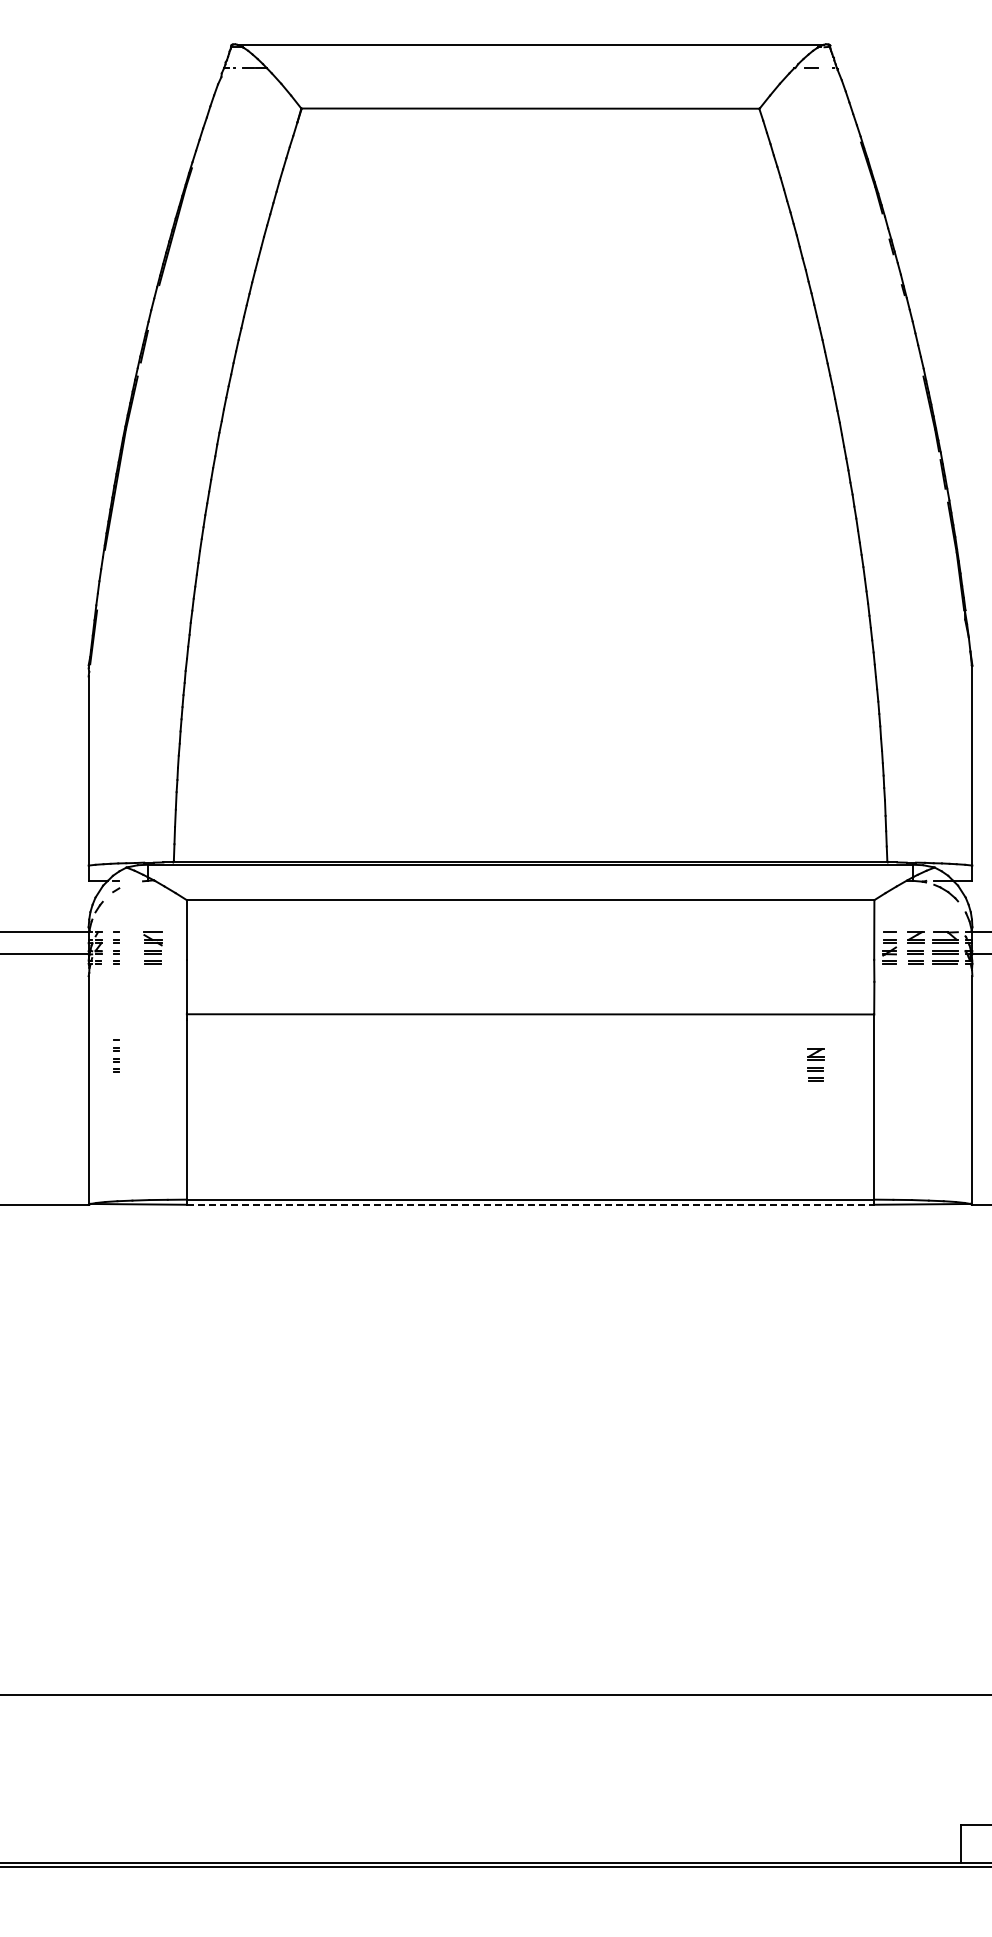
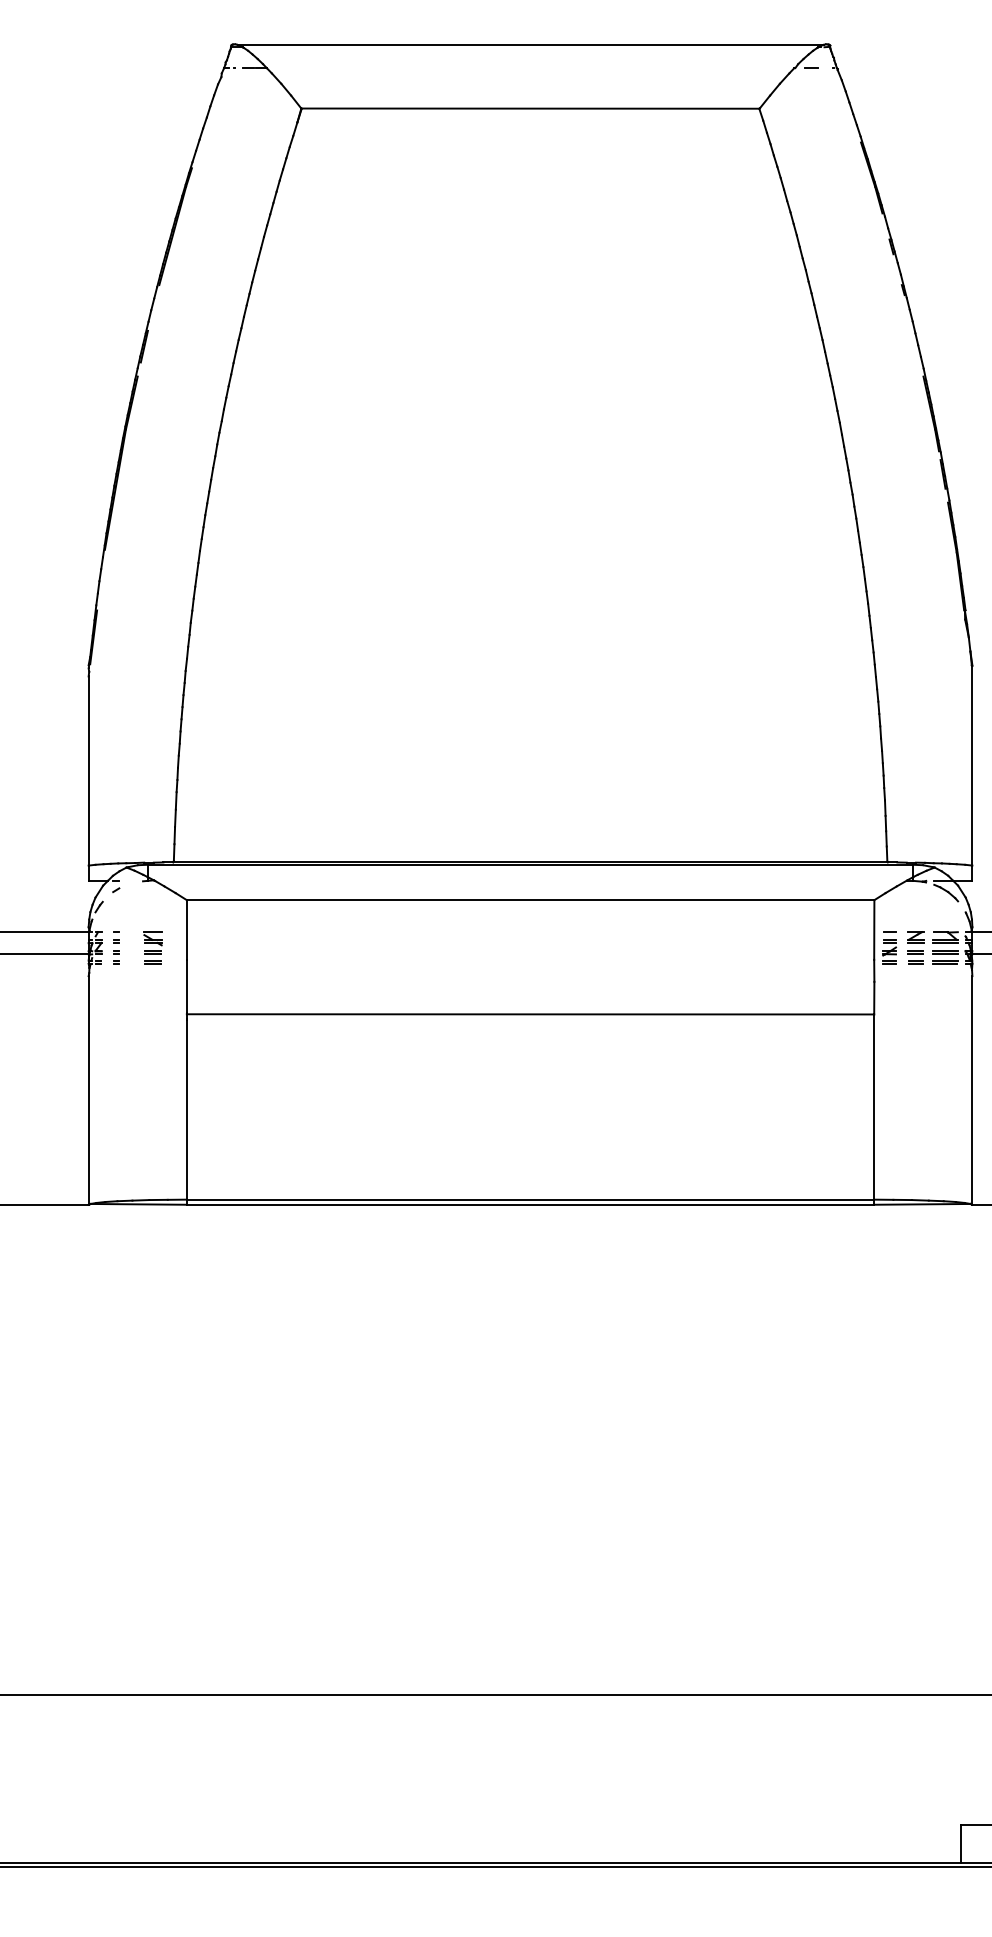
part at (116, 1055): present -> none
part at (815, 1064): present -> none
line at (530, 1204): dashed -> solid
